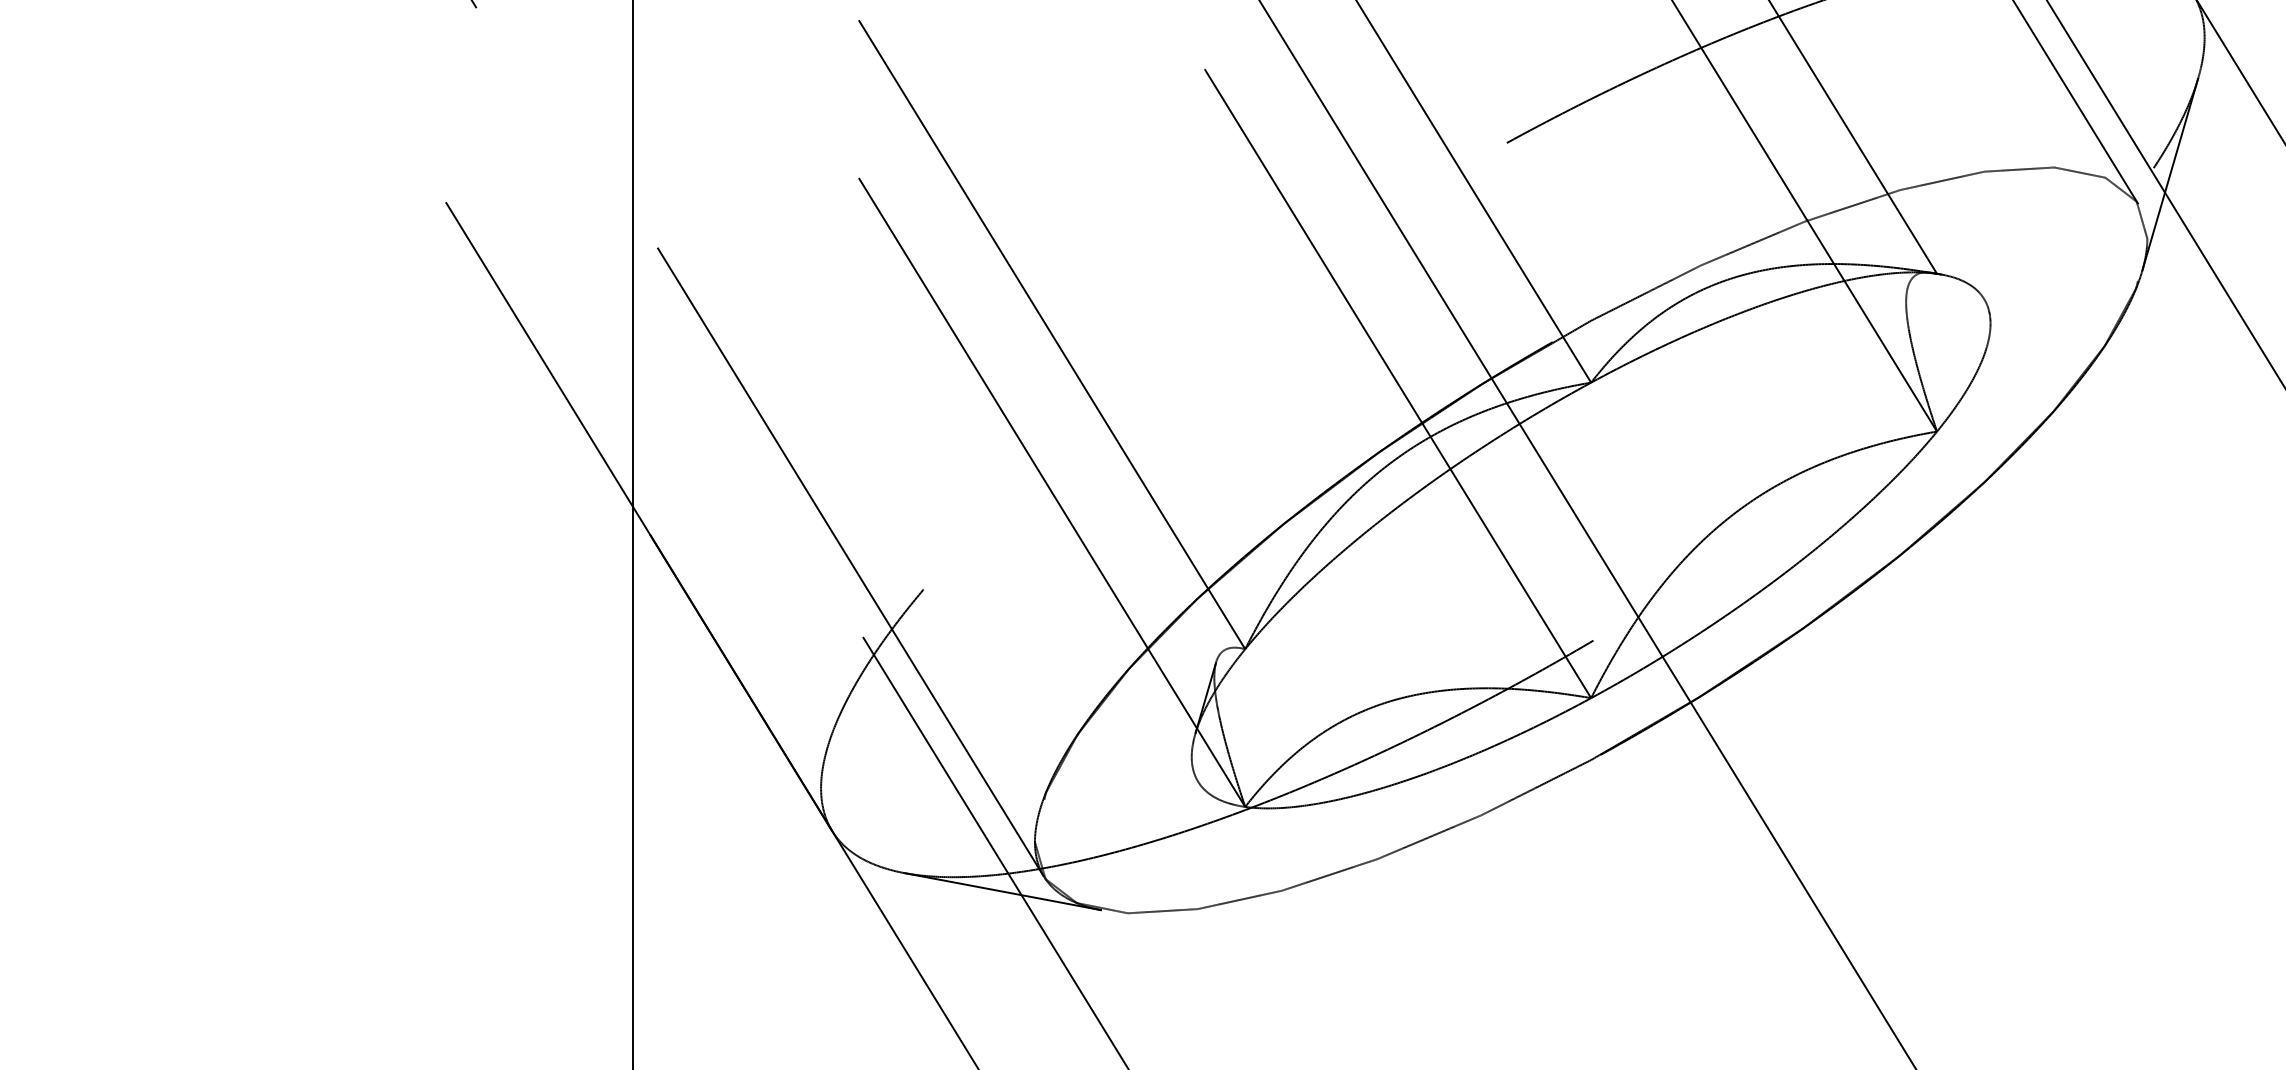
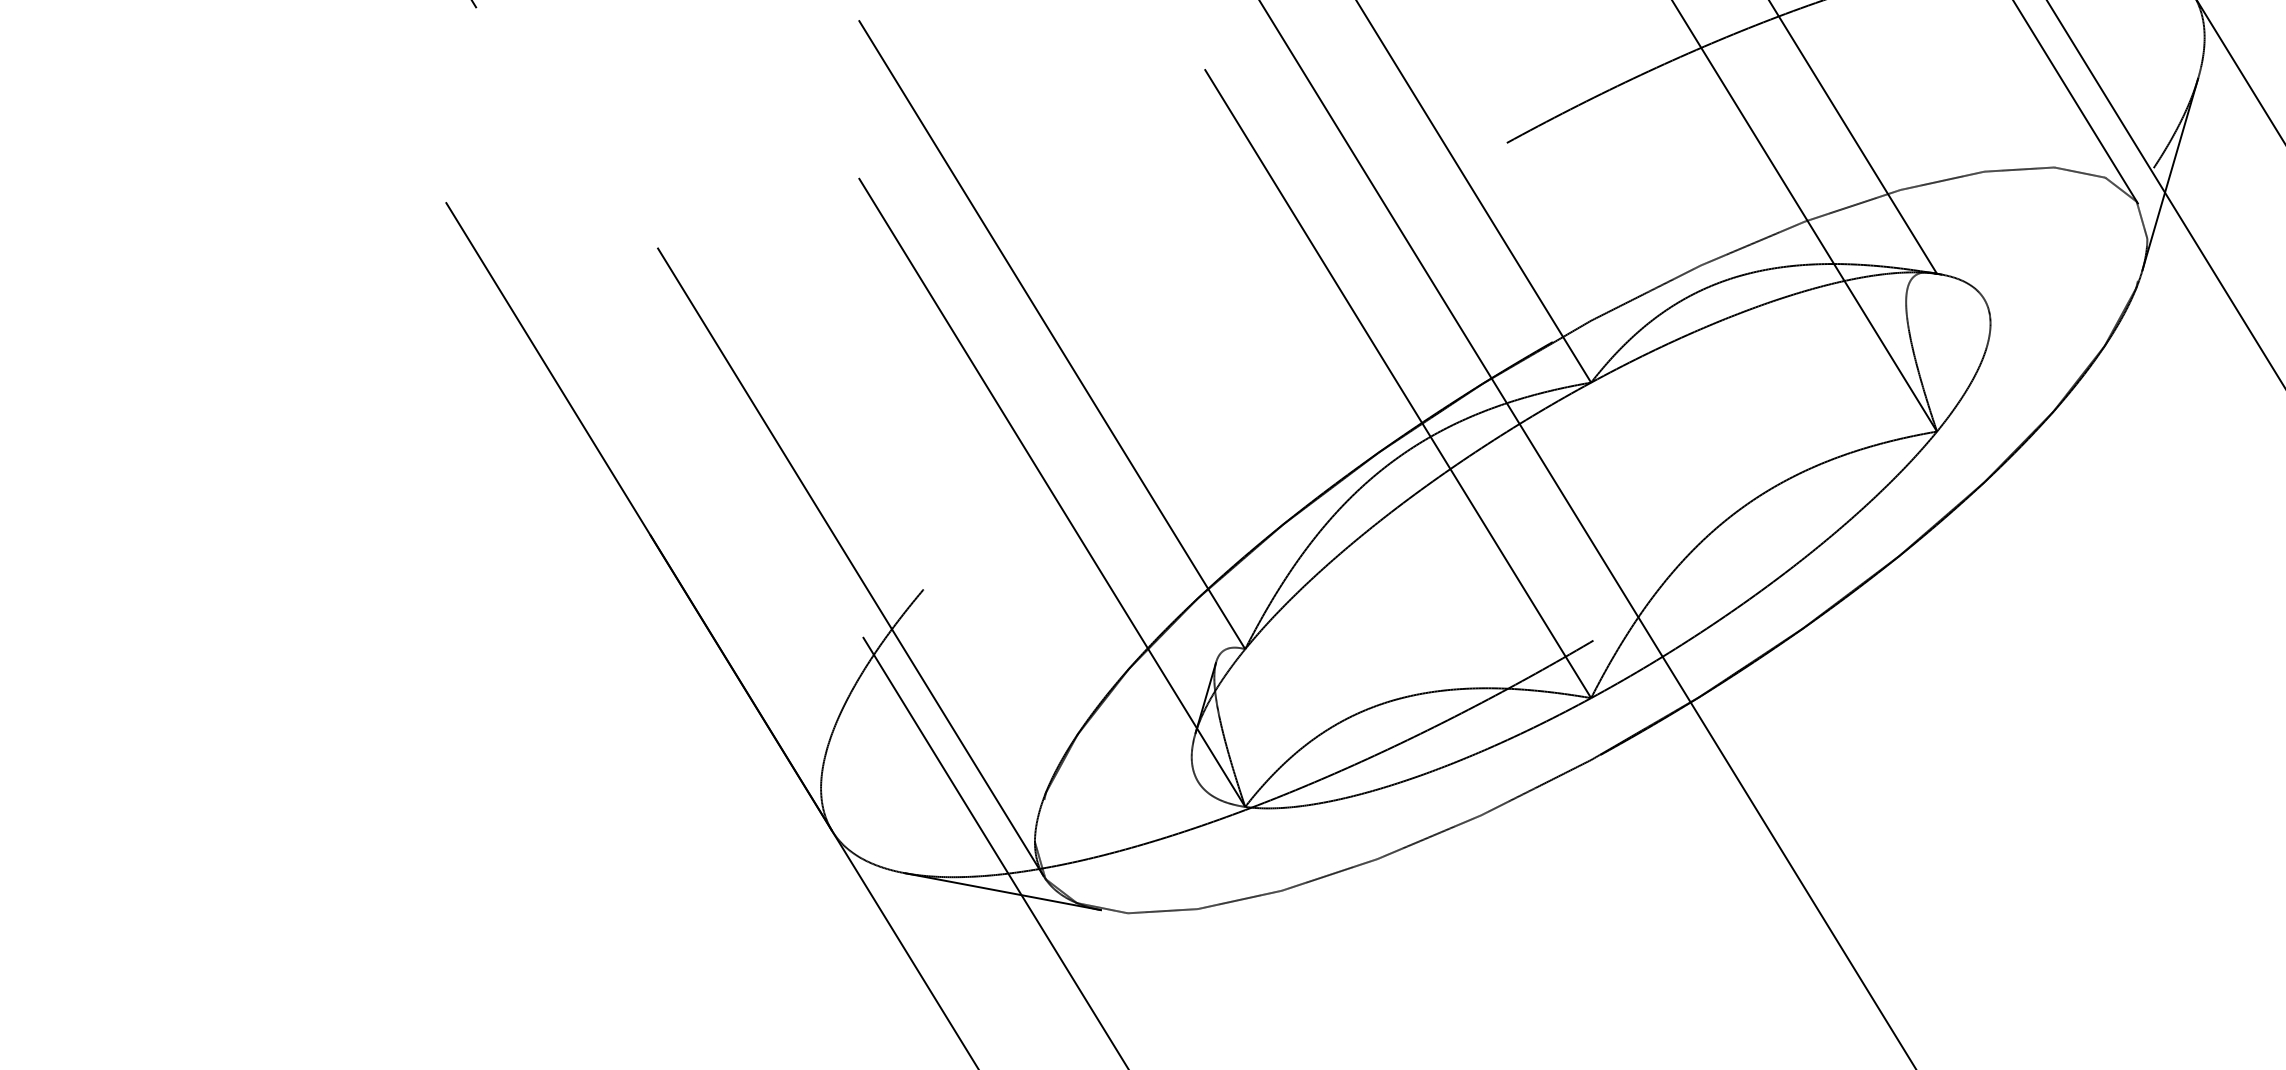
line at (632, 534): present -> none
